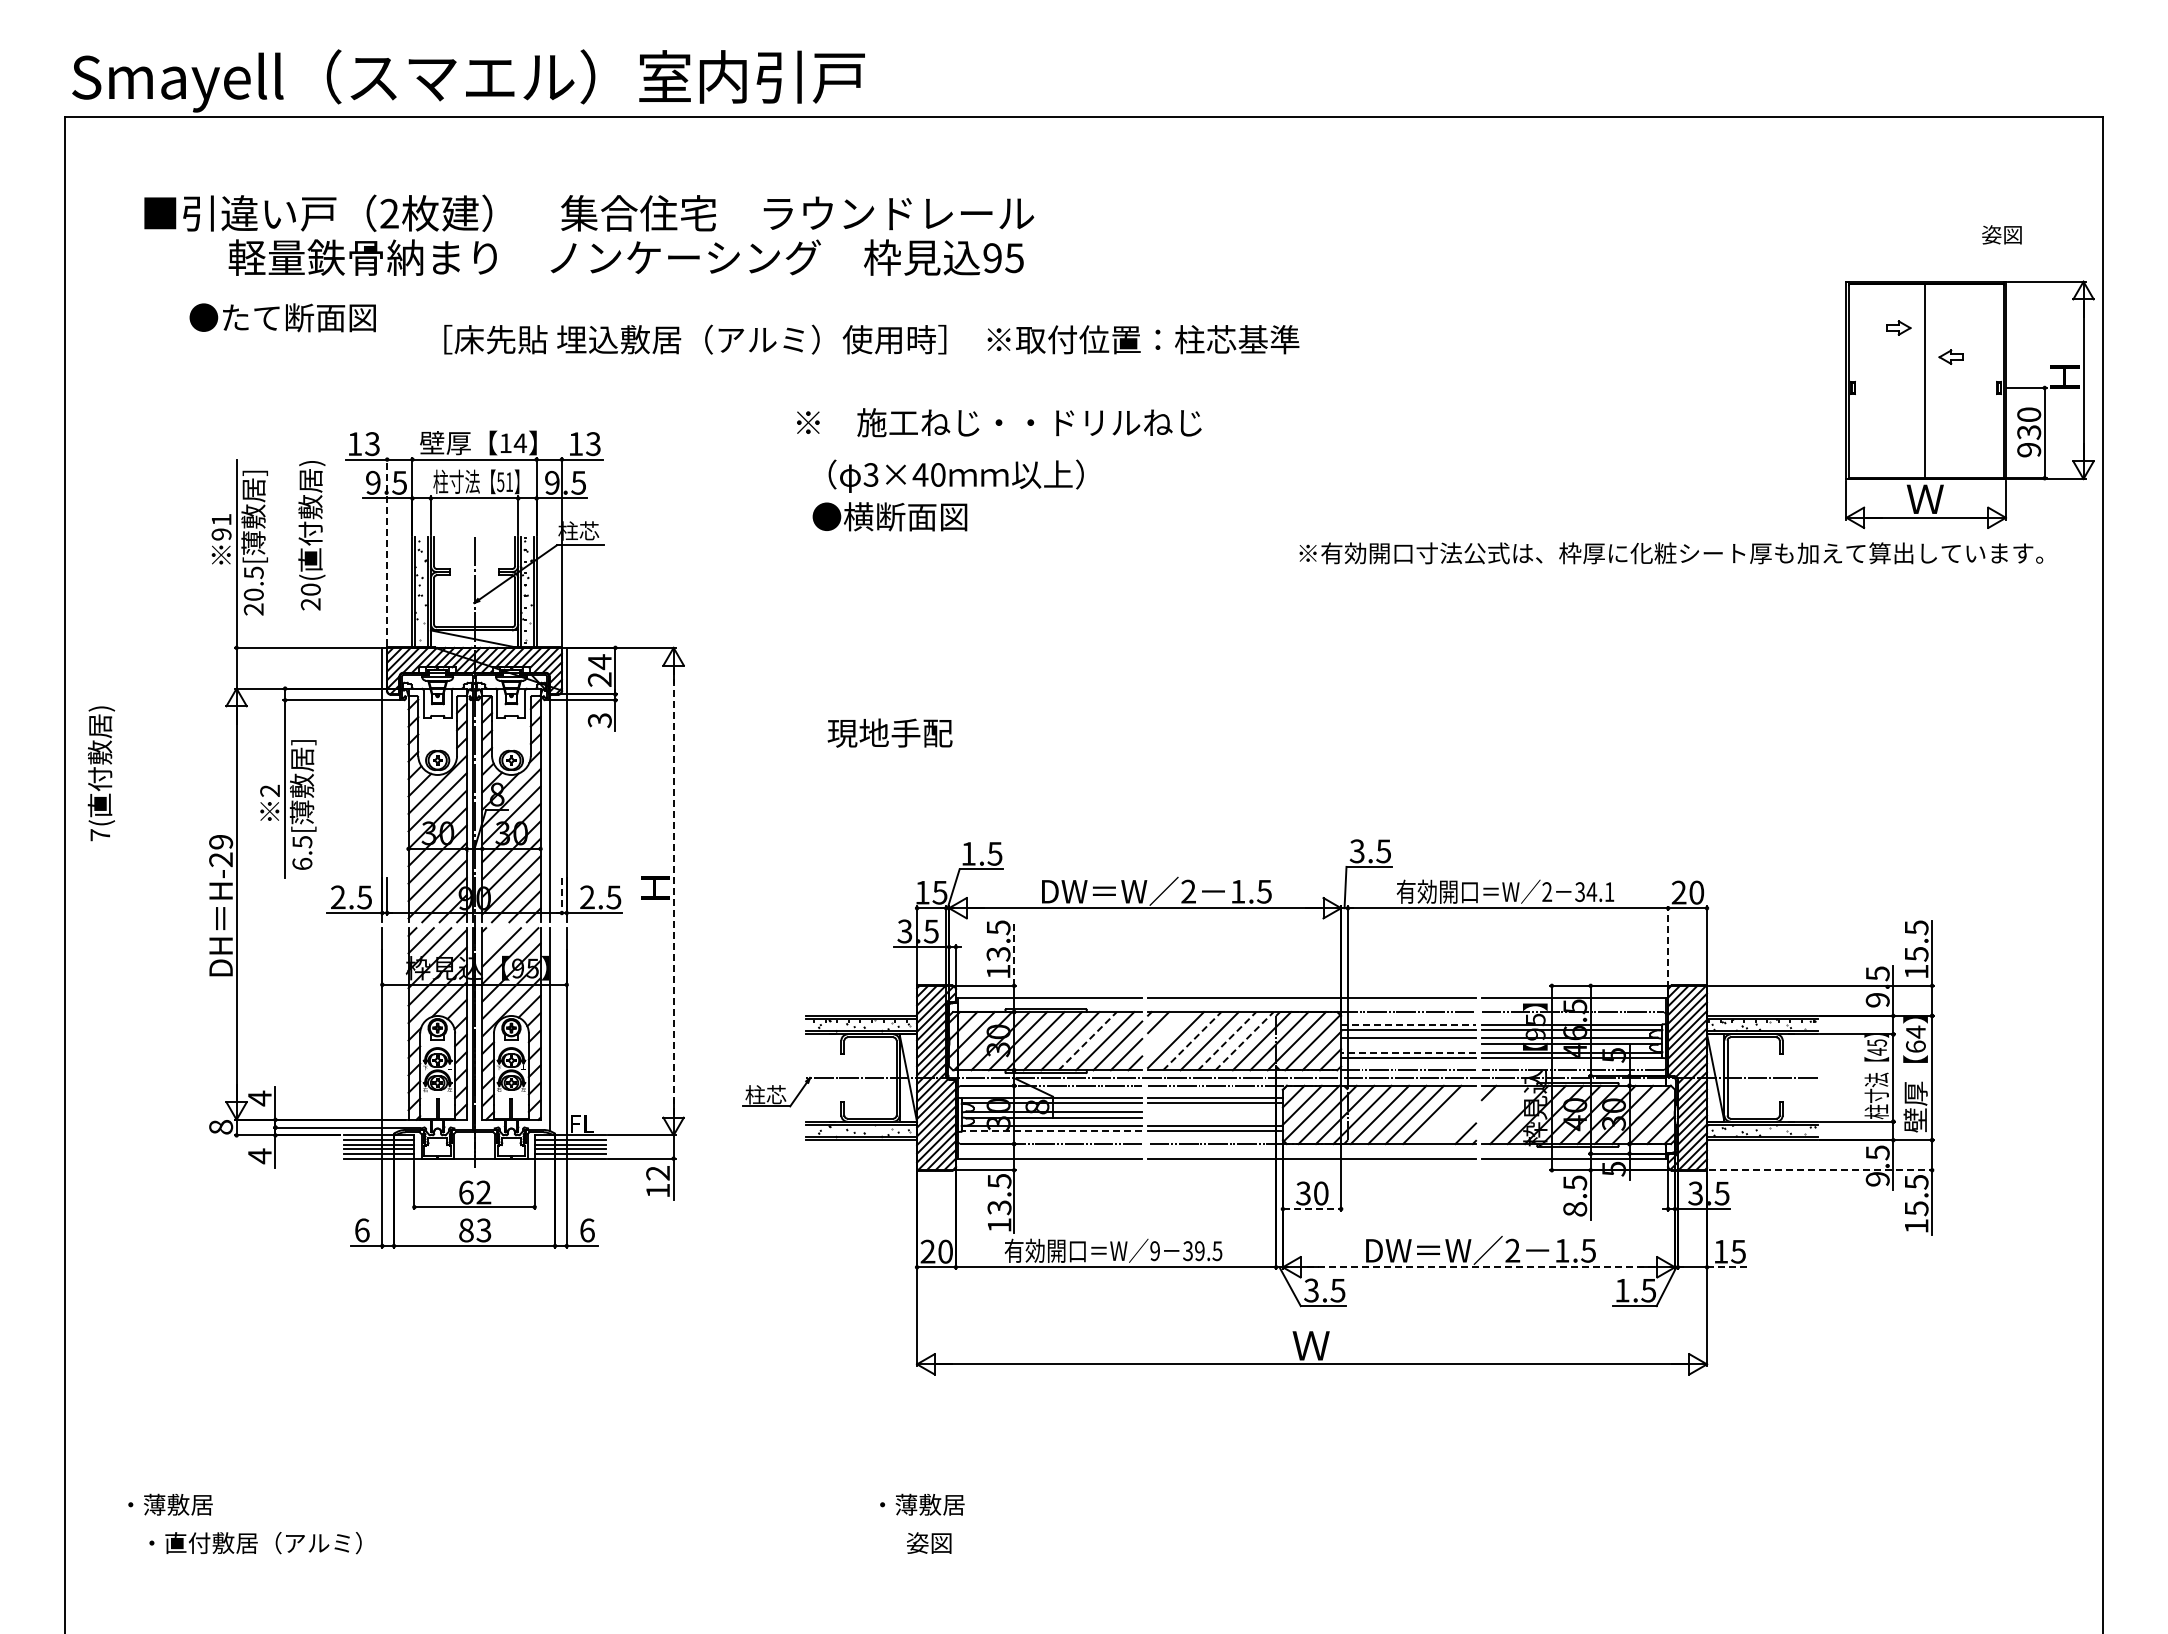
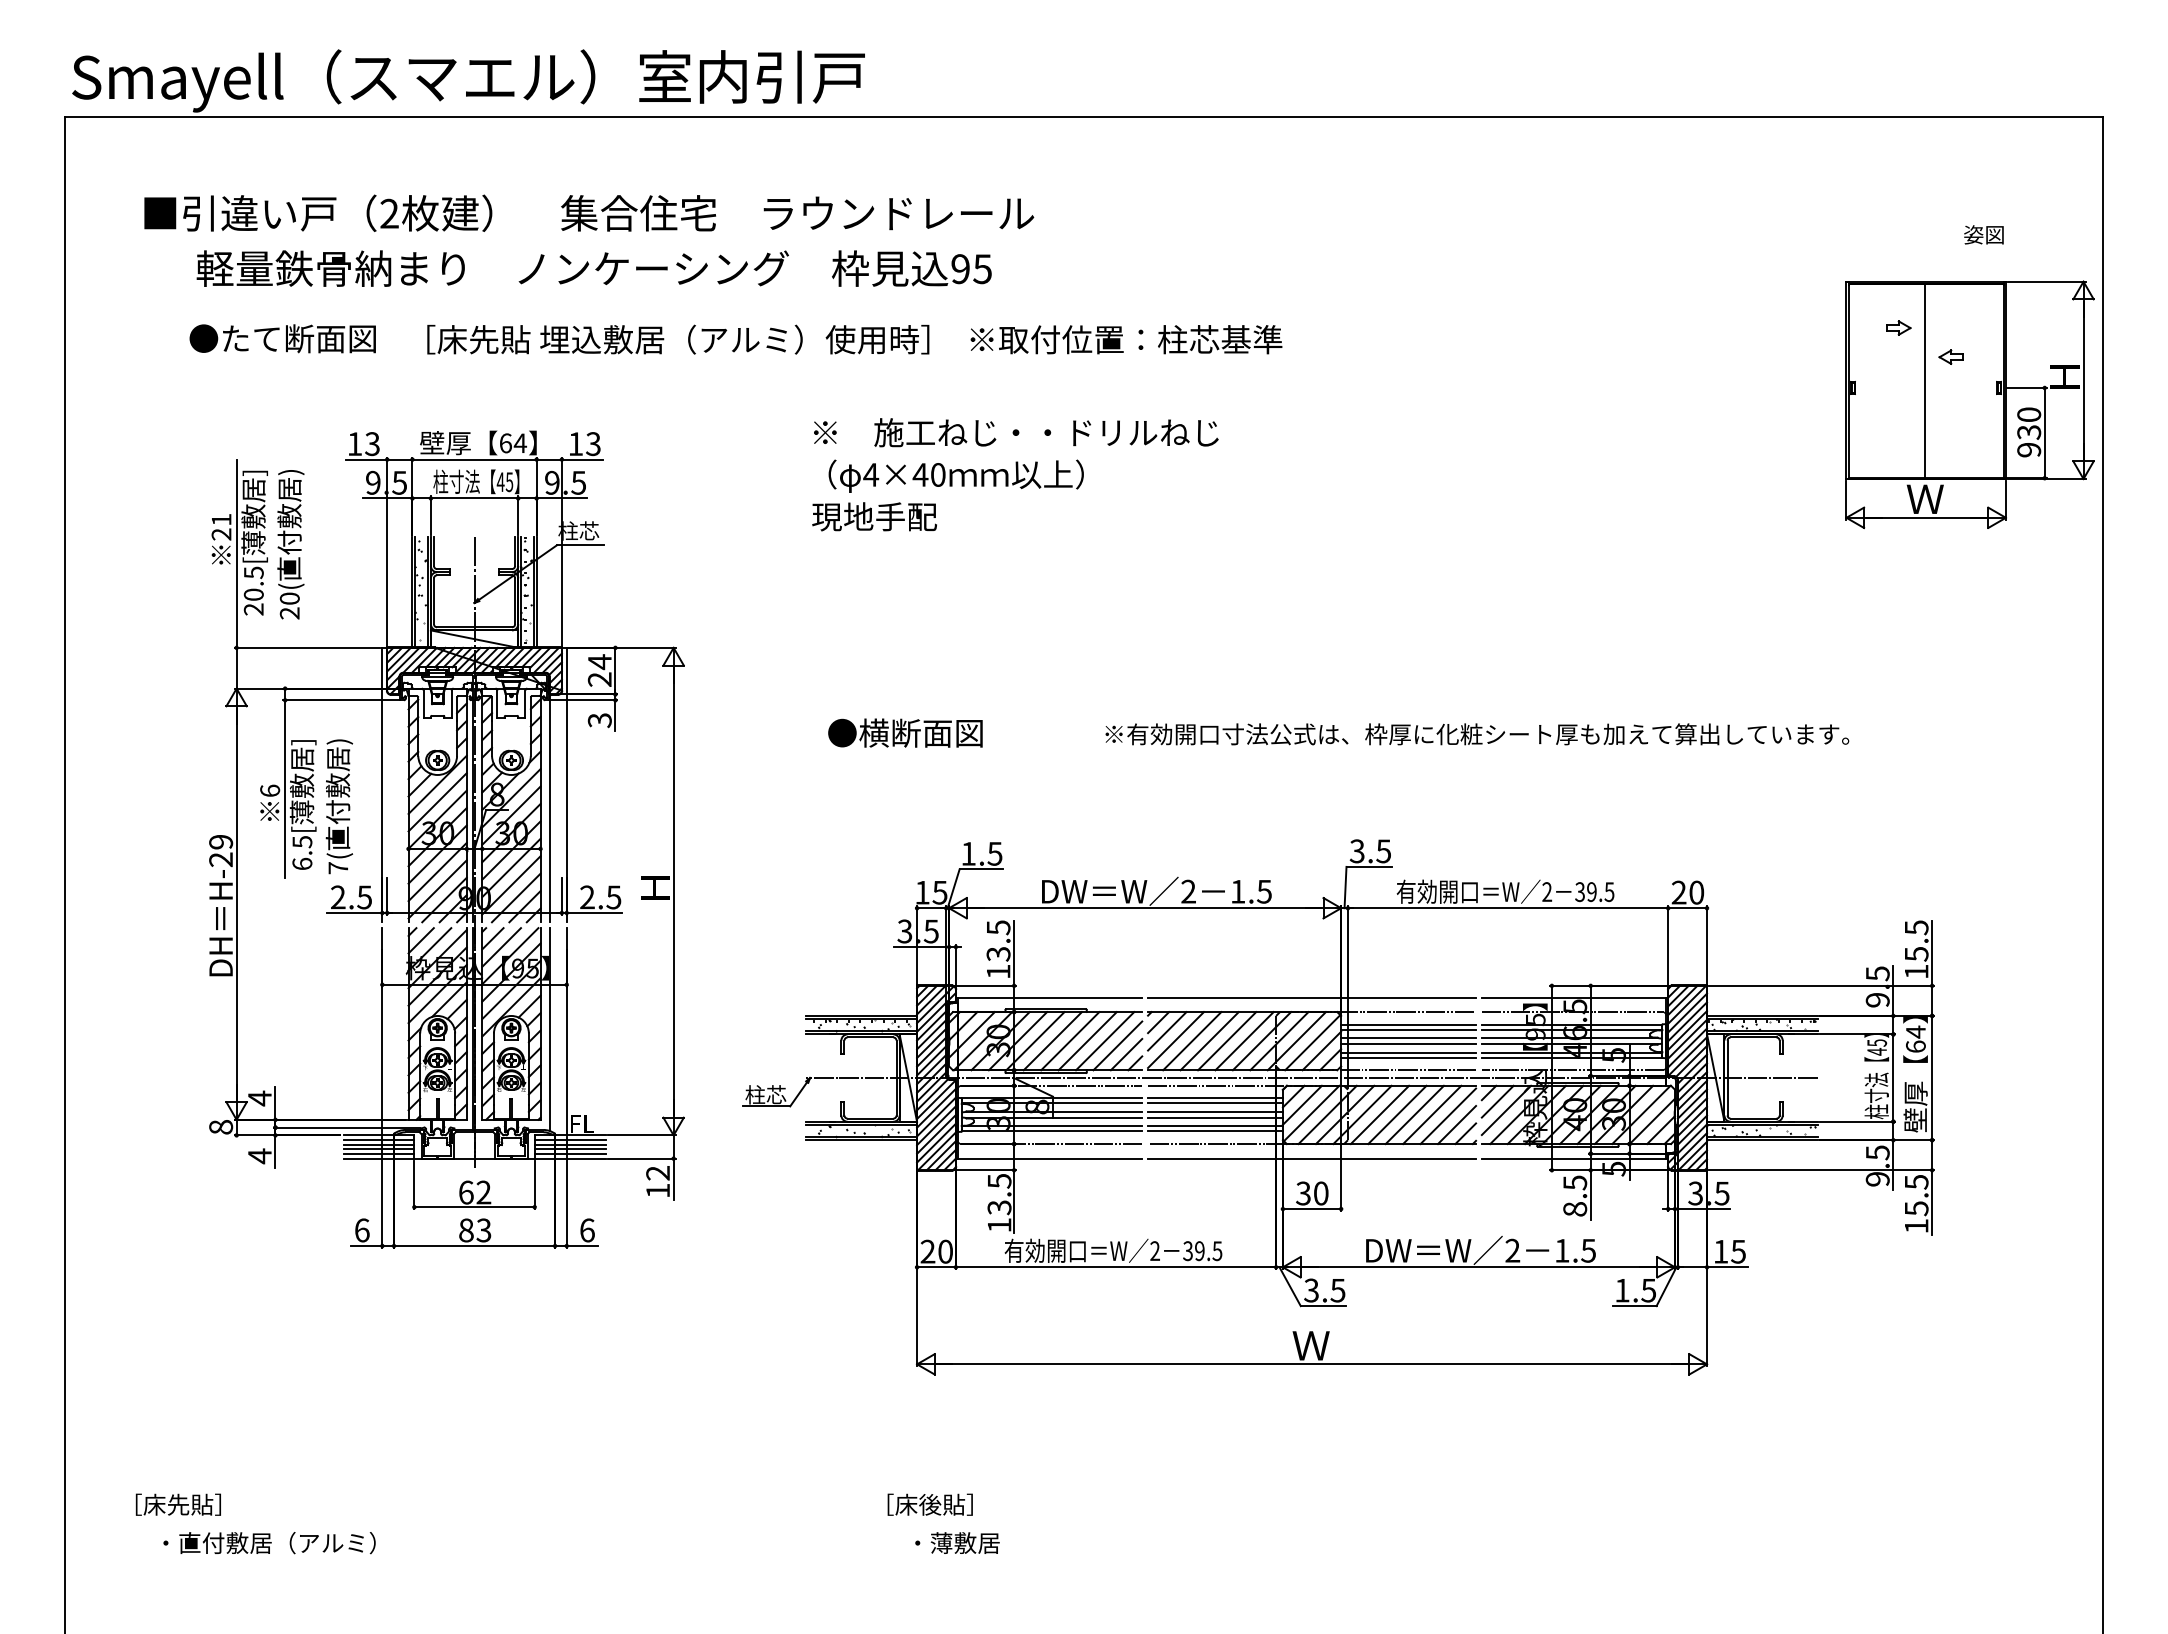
text at (2001, 234) position: (2001, 234) -> (1983, 234)
text at (625, 257) position: (625, 257) -> (593, 268)
text at (282, 317) position: (282, 317) -> (282, 338)
text at (871, 339) position: (871, 339) -> (854, 339)
text at (999, 422) position: (999, 422) -> (1016, 432)
text at (505, 443): 14 -> 64
text at (871, 474): 3×40 -> 4×40
text at (504, 482): 51 -> 45
text at (889, 516): ●横断面図 -> 現地手配
text at (221, 534): 91 -> 21
text at (311, 535) position: (311, 535) -> (290, 544)
line at (387, 551): dashed -> solid
text at (1671, 553) position: (1671, 553) -> (1477, 734)
text at (904, 732): 現地手配 -> ●横断面図
text at (100, 773) position: (100, 773) -> (338, 806)
text at (270, 790): 2 -> 6
line at (673, 892): dashed -> solid
text at (1600, 892): 34.1 -> 39.5
line at (561, 896): dashed -> solid
line at (492, 938): none -> present
line at (1668, 947): dashed -> solid
line at (1014, 953): dashed -> solid
line at (1409, 1024): dashed -> solid
line at (1167, 1031): none -> present
line at (1088, 1040): dashed -> solid
line at (1192, 1040): dashed -> solid
line at (1227, 1040): dashed -> solid
line at (1244, 1040): dashed -> solid
line at (1408, 1044): none -> present
line at (1408, 1052): dashed -> solid
line at (1497, 1101): none -> present
line at (1506, 1110): none -> present
line at (1215, 1111): none -> present
line at (1448, 1116): none -> present
line at (1215, 1118): none -> present
line at (1456, 1124): none -> present
line at (1051, 1131): dashed -> solid
line at (1821, 1170): dashed -> solid
line at (1312, 1209): dashed -> solid
text at (1154, 1251): 9 -> 2
line at (1478, 1267): dashed -> solid
line at (1727, 1267): dashed -> solid
text at (174, 1504): ・薄敷居 -> ［床先貼］
text at (926, 1504): ・薄敷居 -> ［床後貼］
text at (953, 1542): 姿図 -> ・薄敷居
text at (255, 1543) position: (255, 1543) -> (269, 1543)
